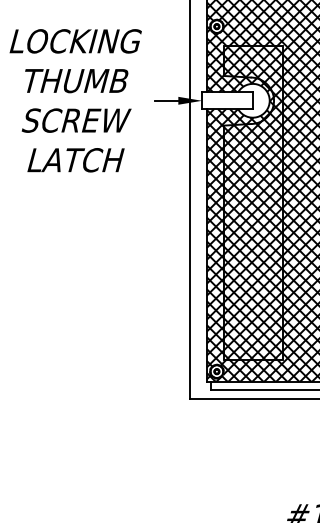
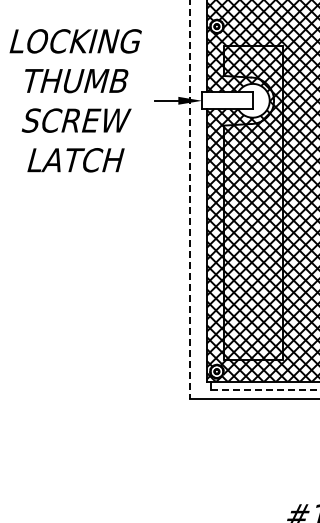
line at (189, 199): solid -> dashed
line at (265, 390): solid -> dashed
